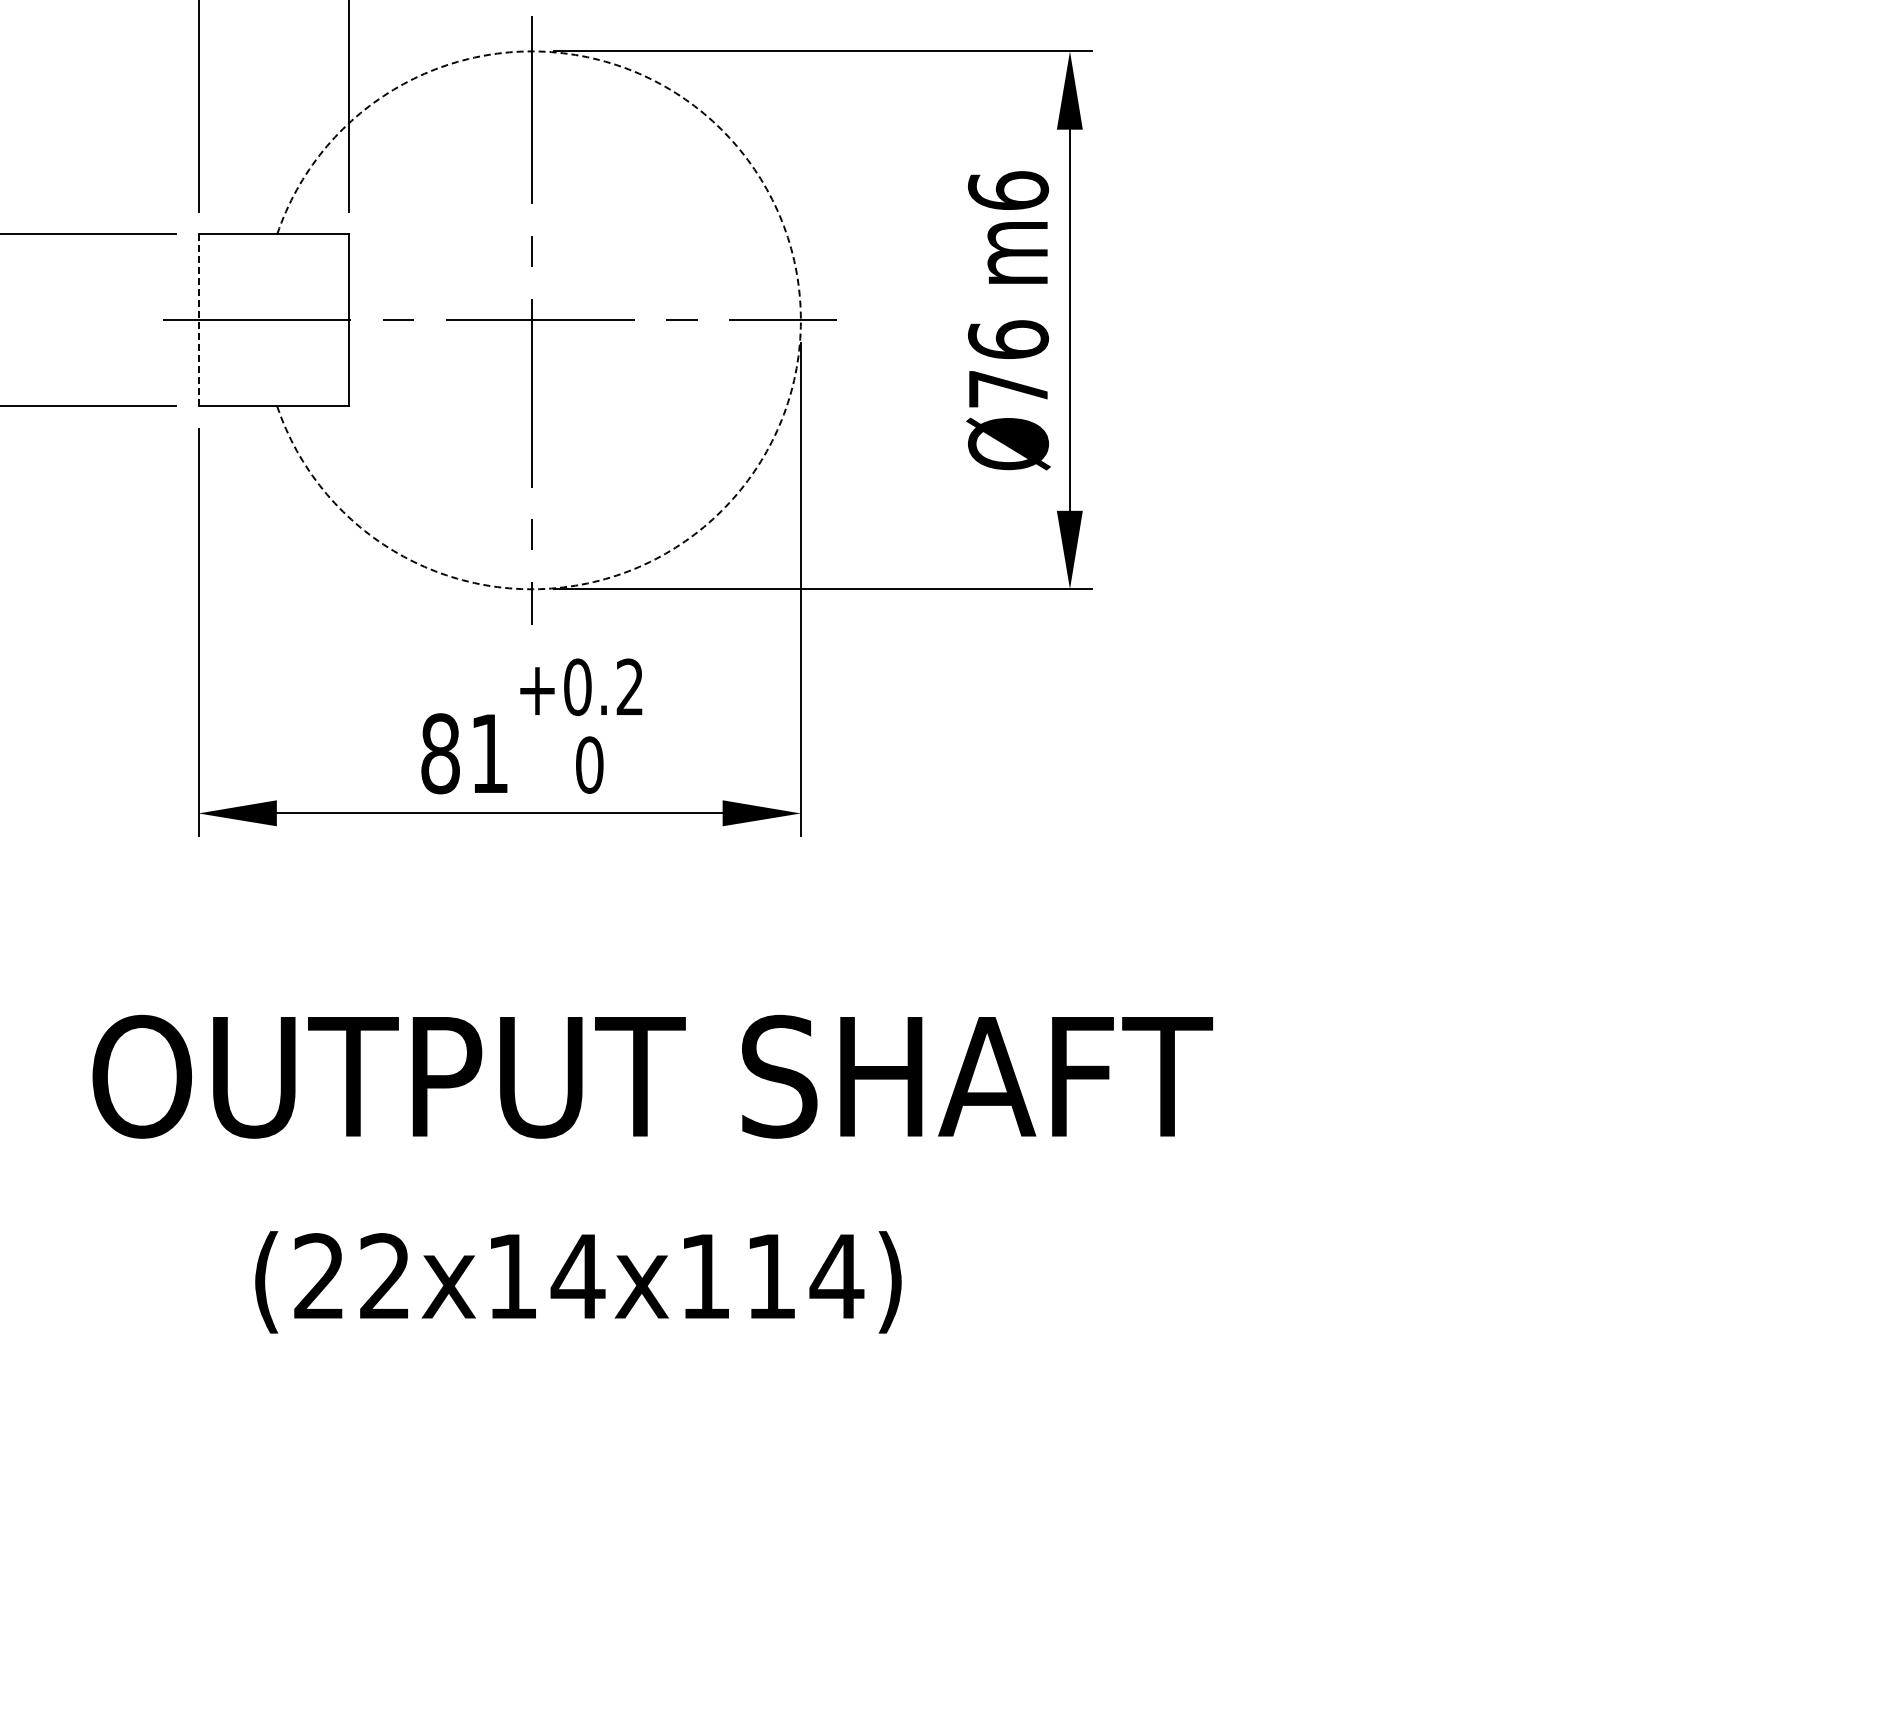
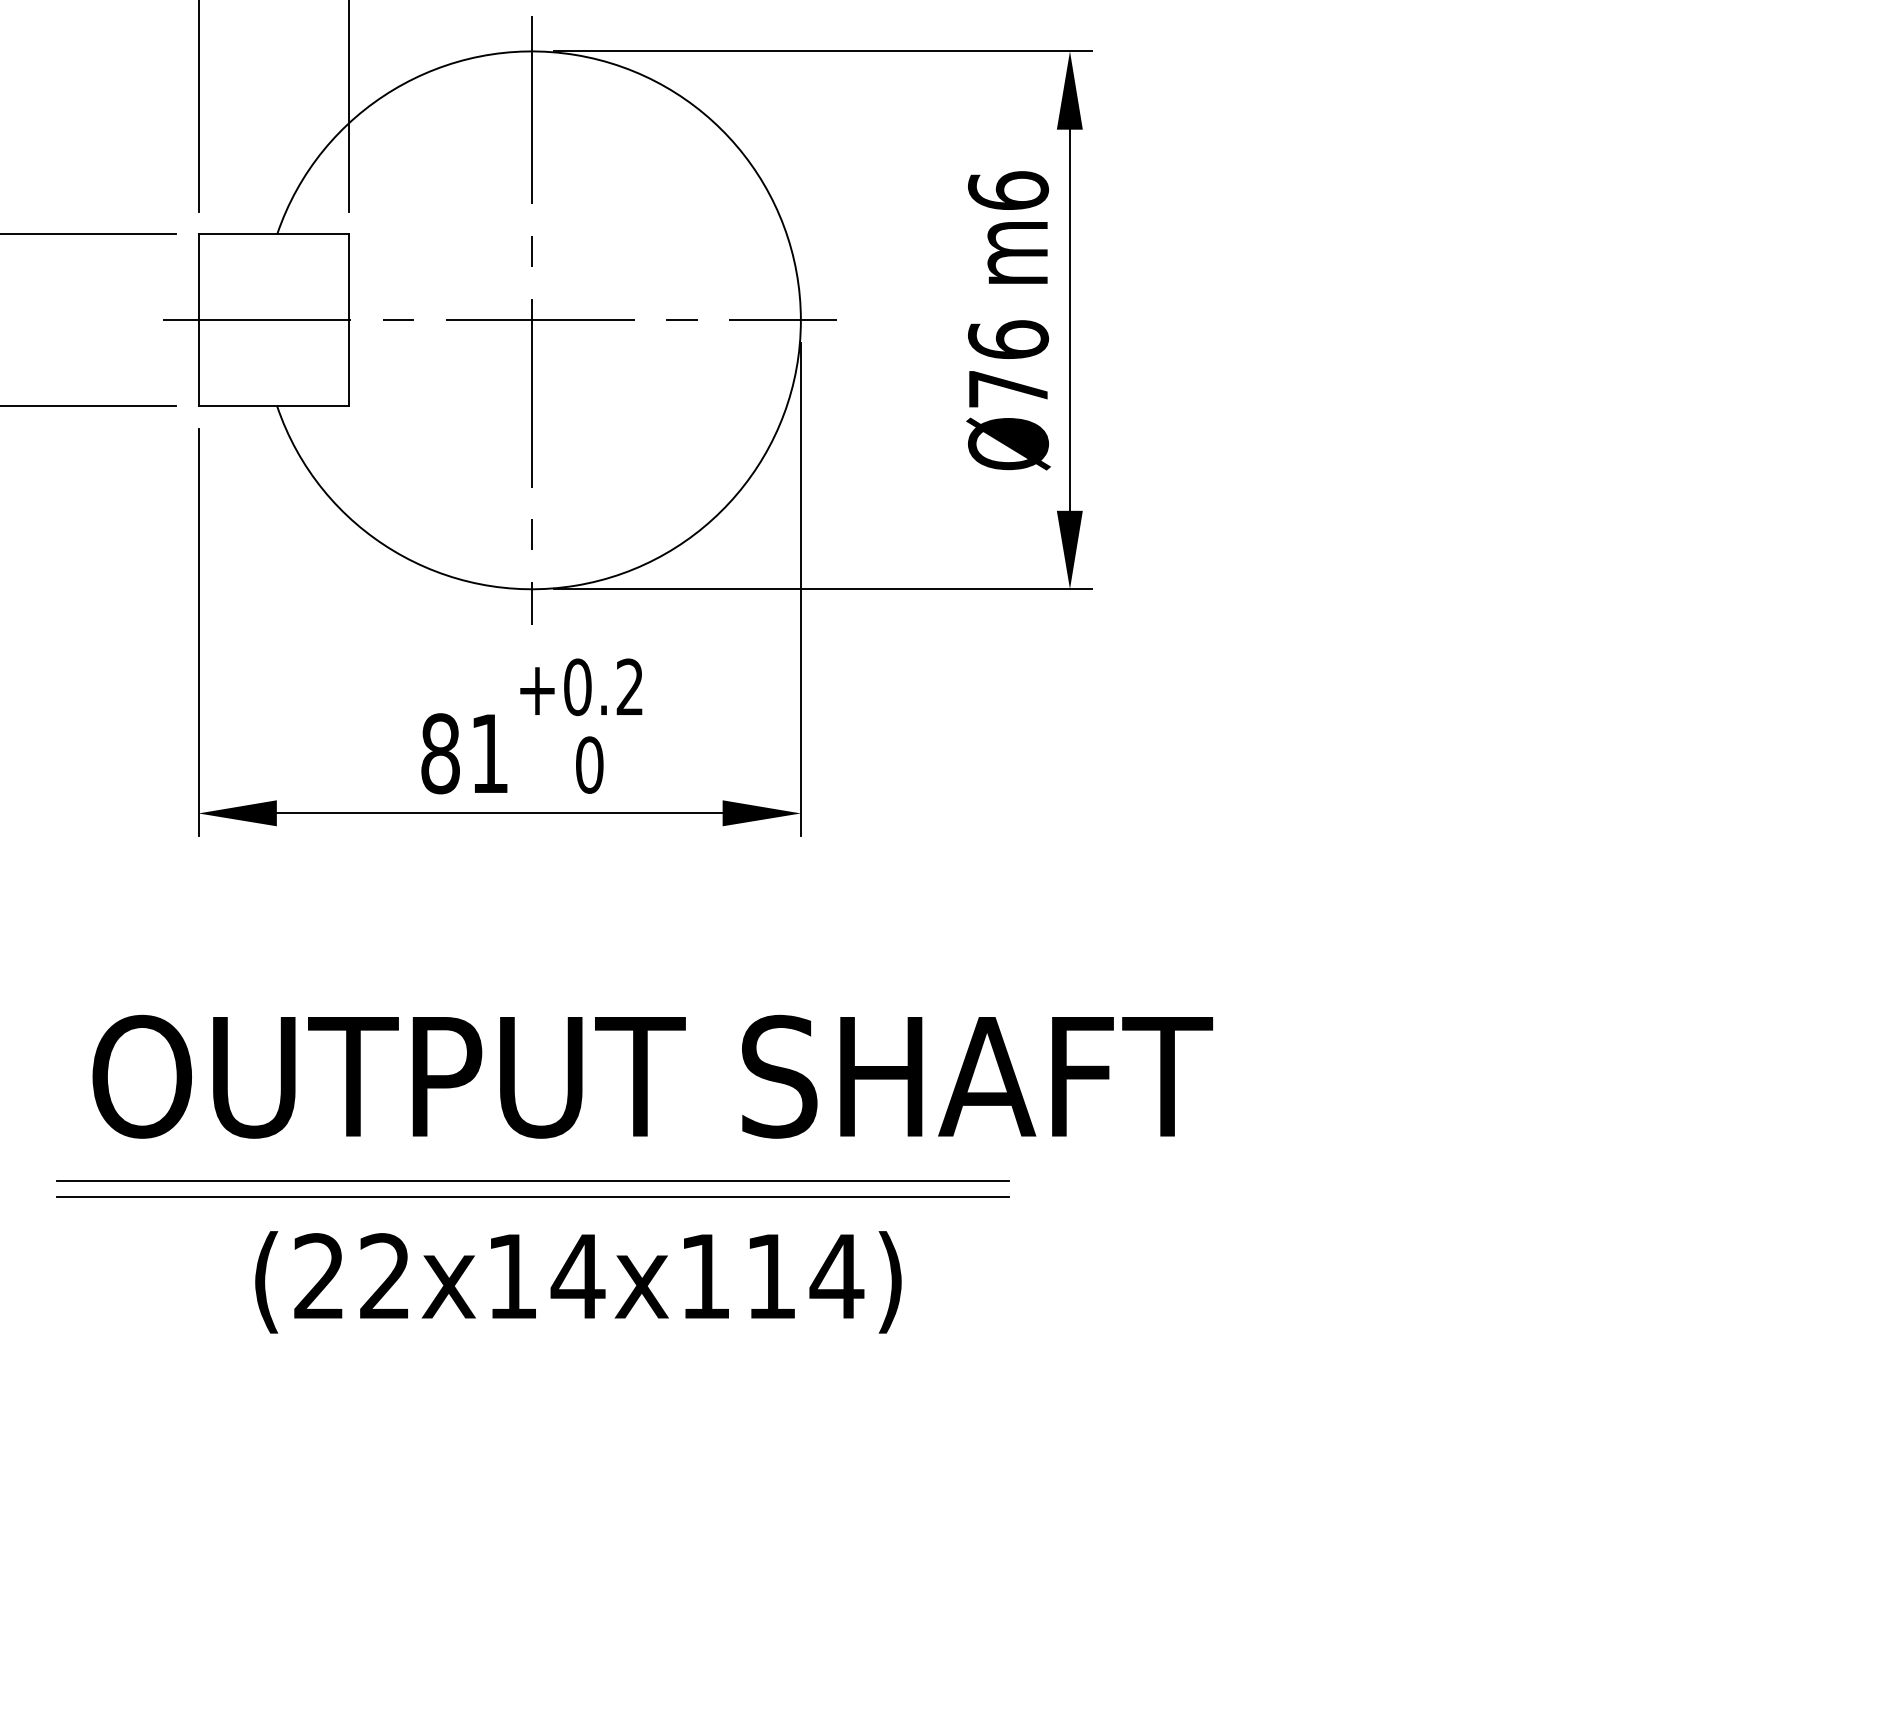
line at (198, 320): dashed -> solid
arc at (800, 320): dashed -> solid
line at (533, 1180): none -> present
line at (533, 1196): none -> present
